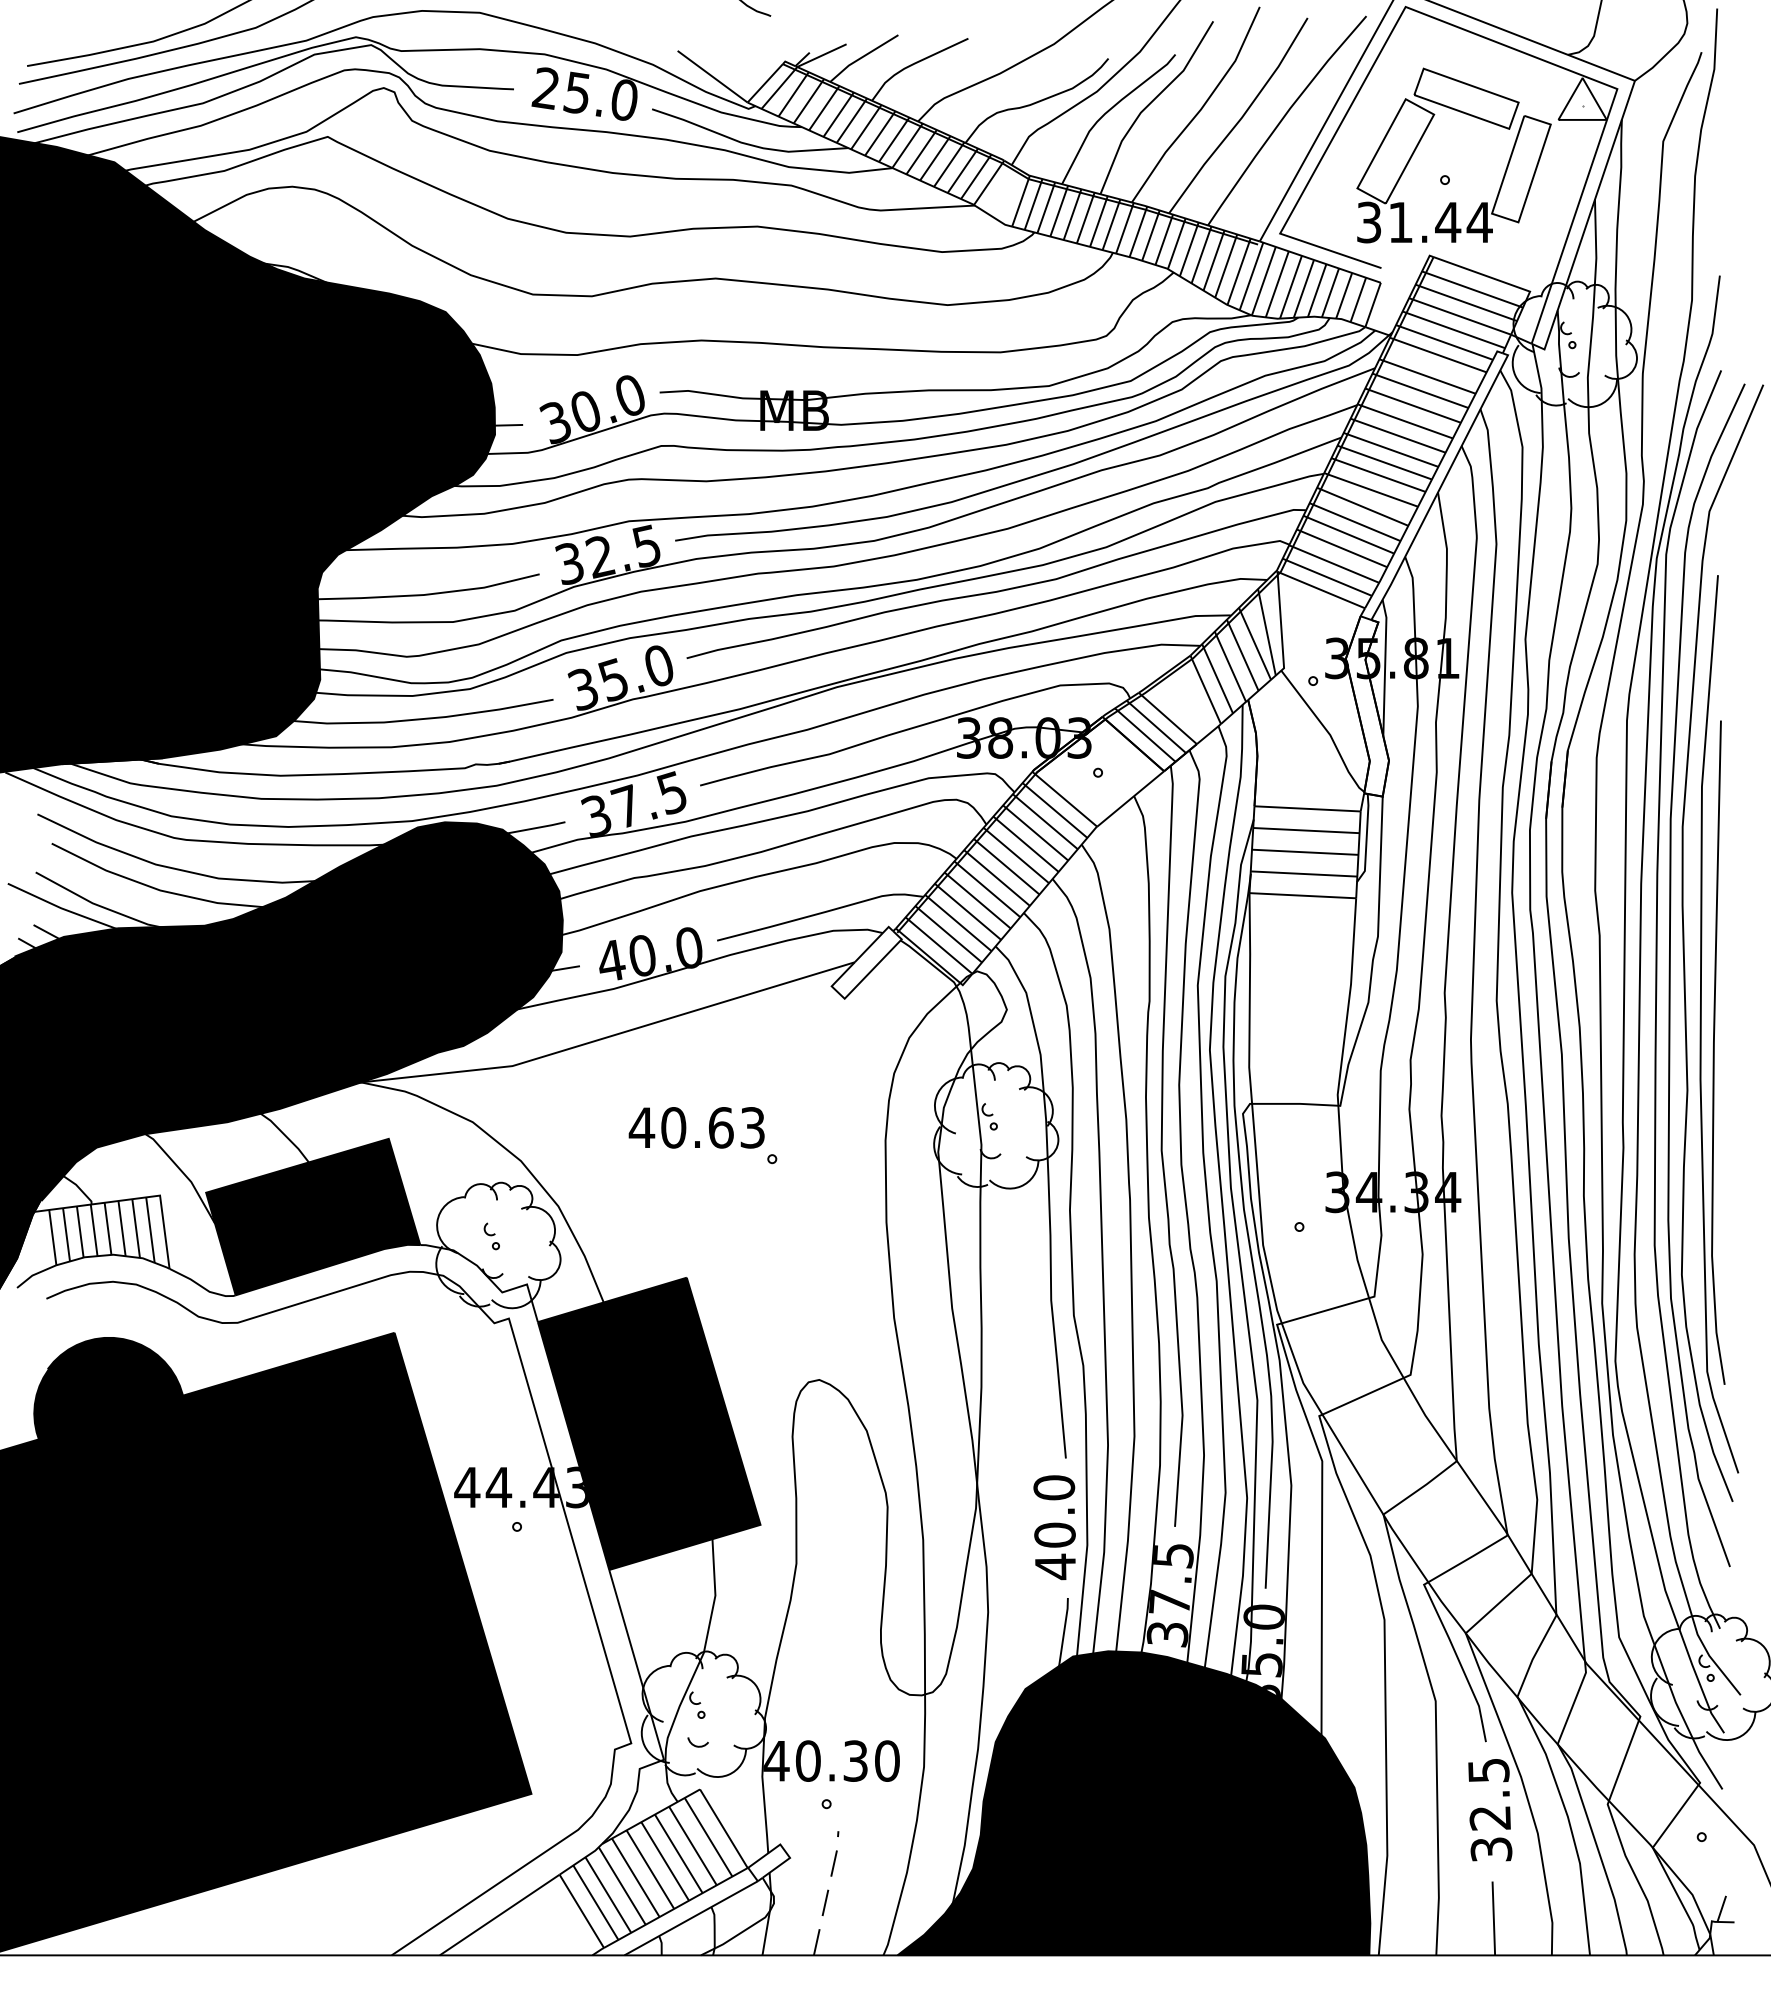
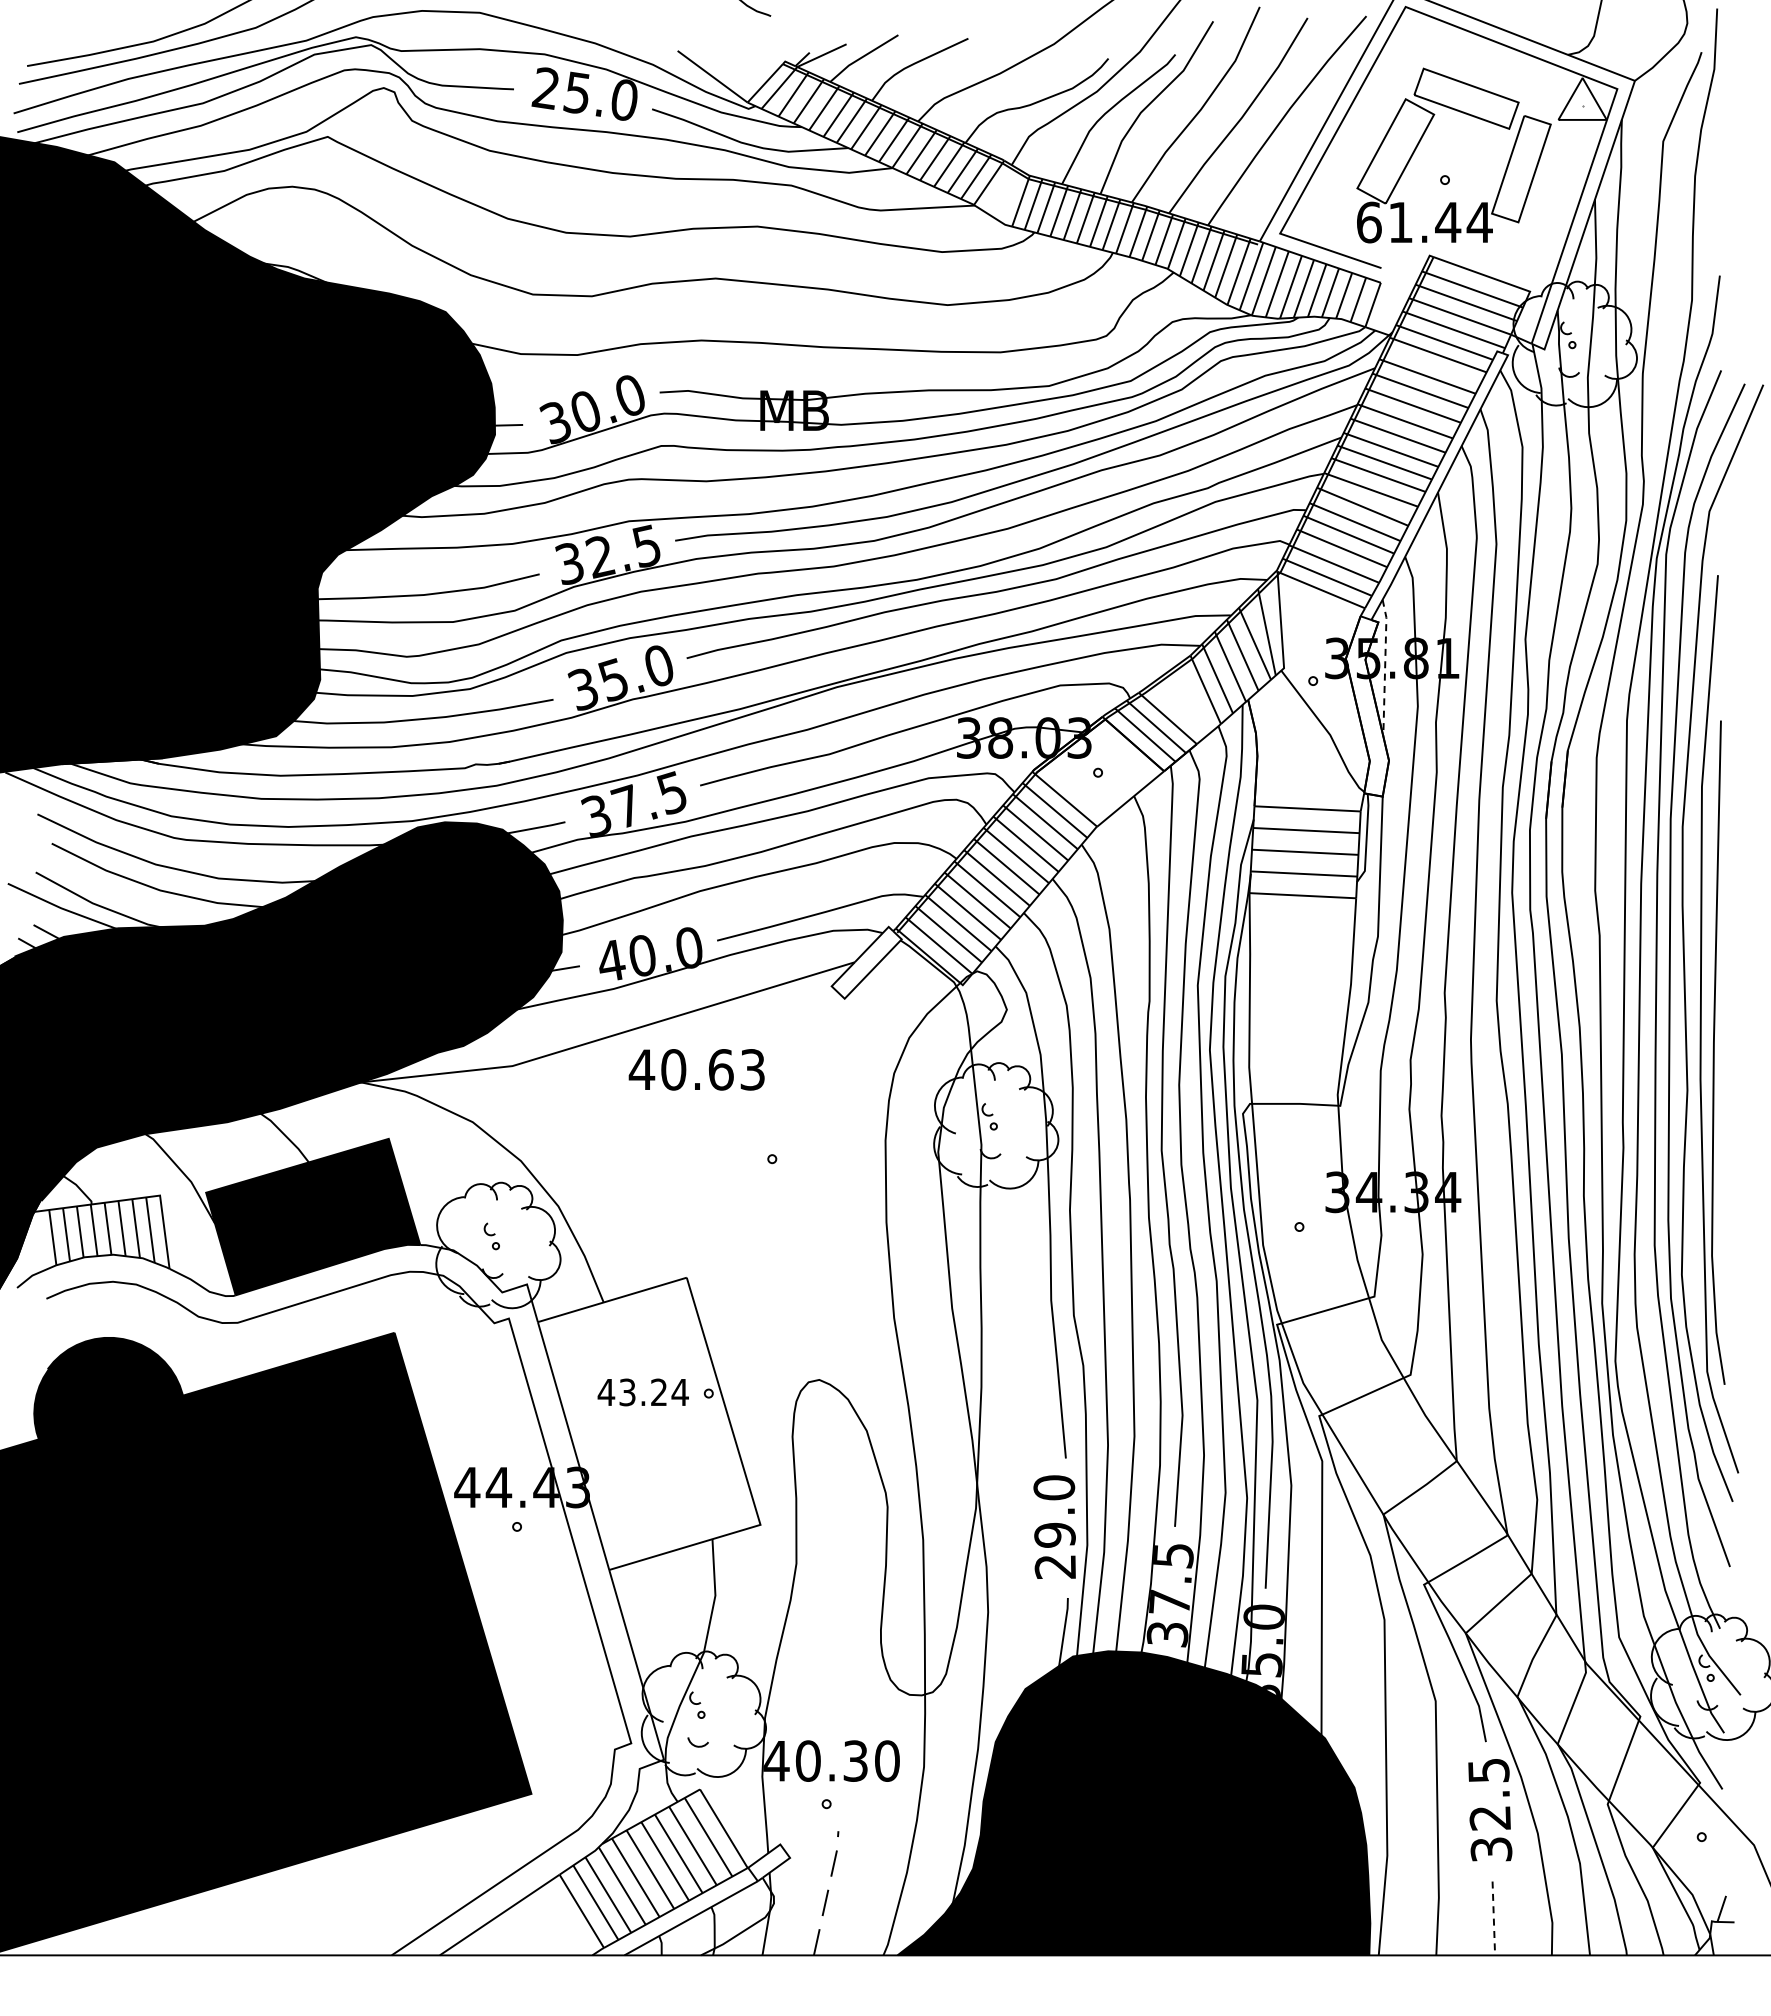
text at (1369, 222): 31.44 -> 61.44
line at (1385, 667): solid -> dashed
text at (696, 1127) position: (696, 1127) -> (696, 1069)
fill at (648, 1423): present -> none
text at (1054, 1551): 40.0 -> 29.0
line at (1493, 1918): solid -> dashed
